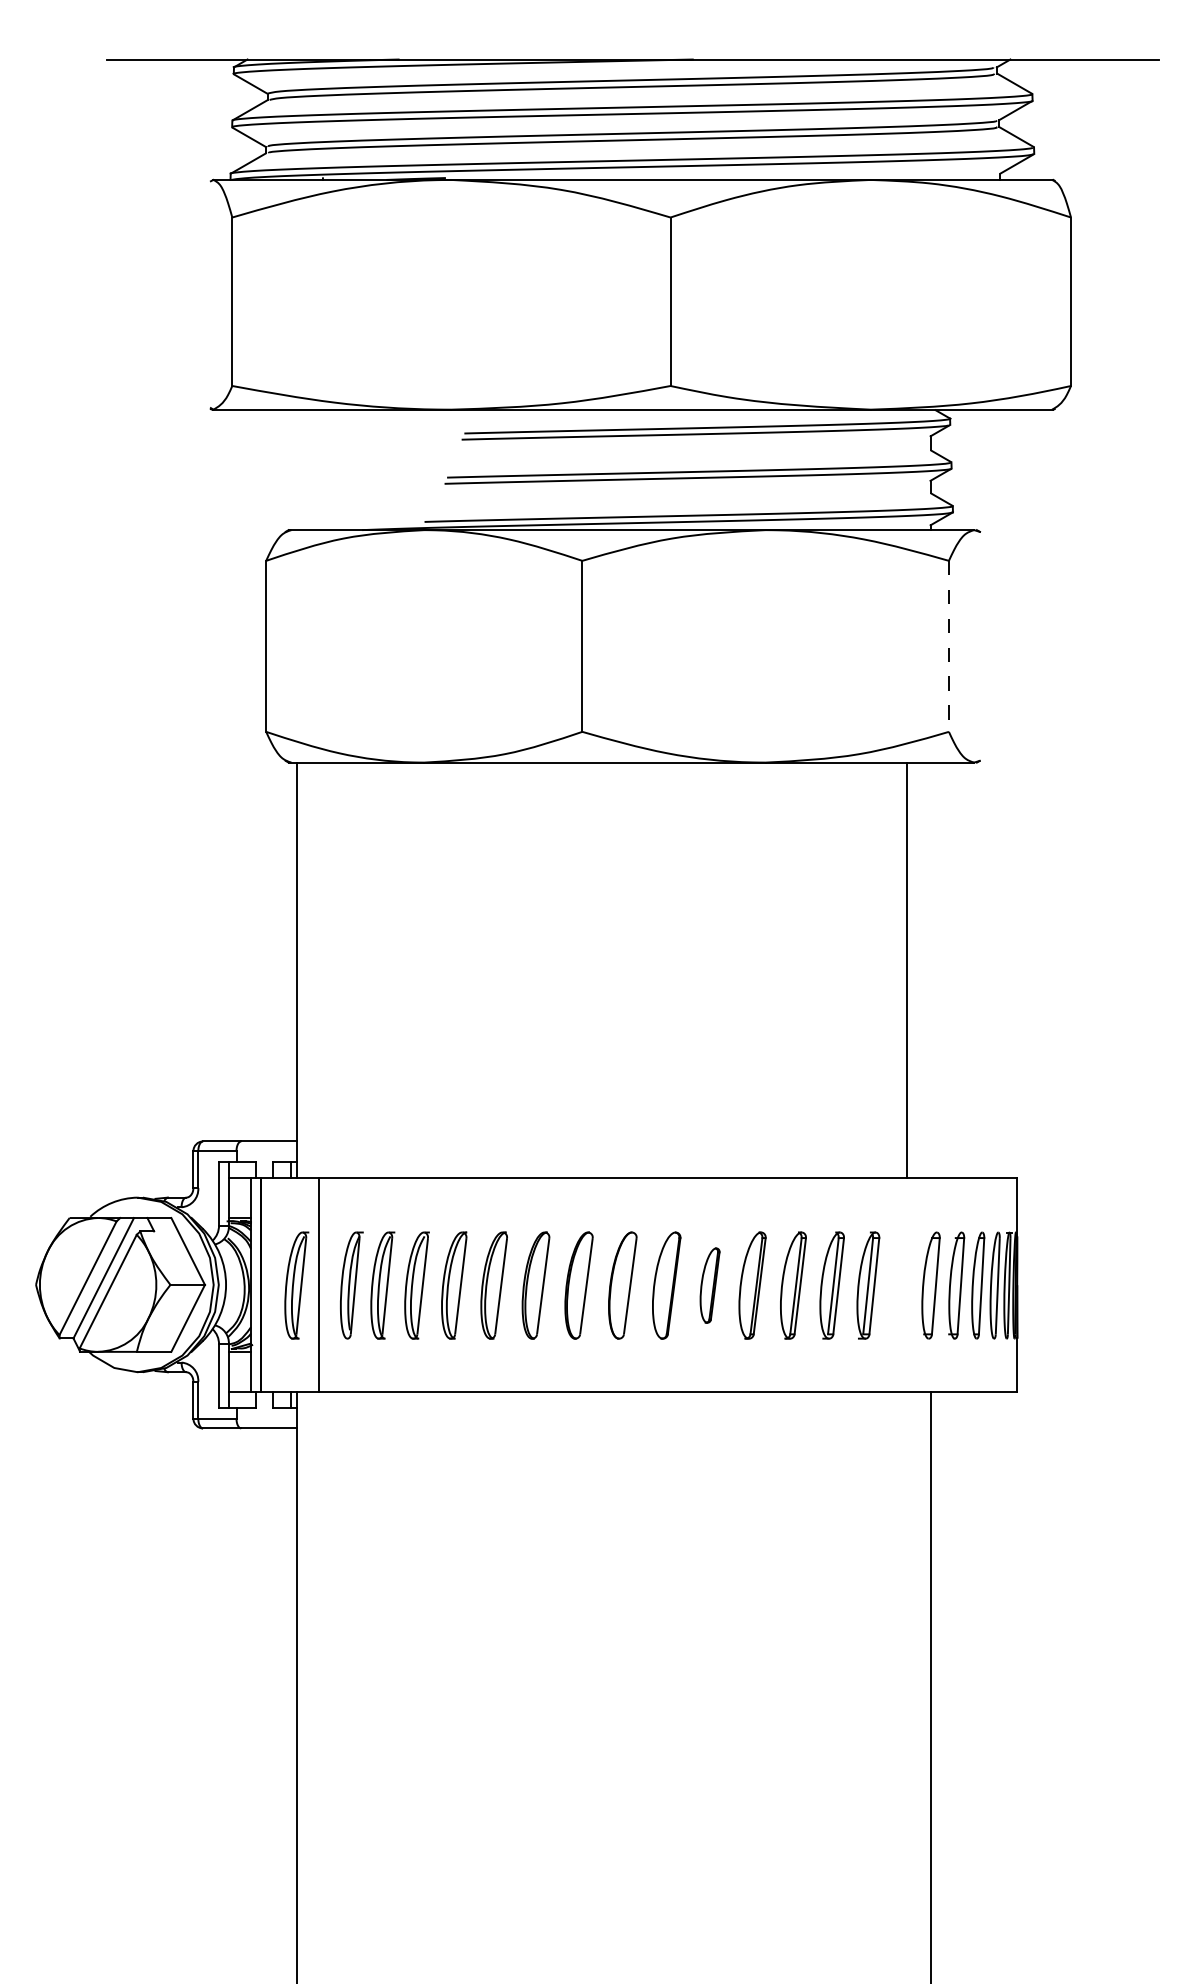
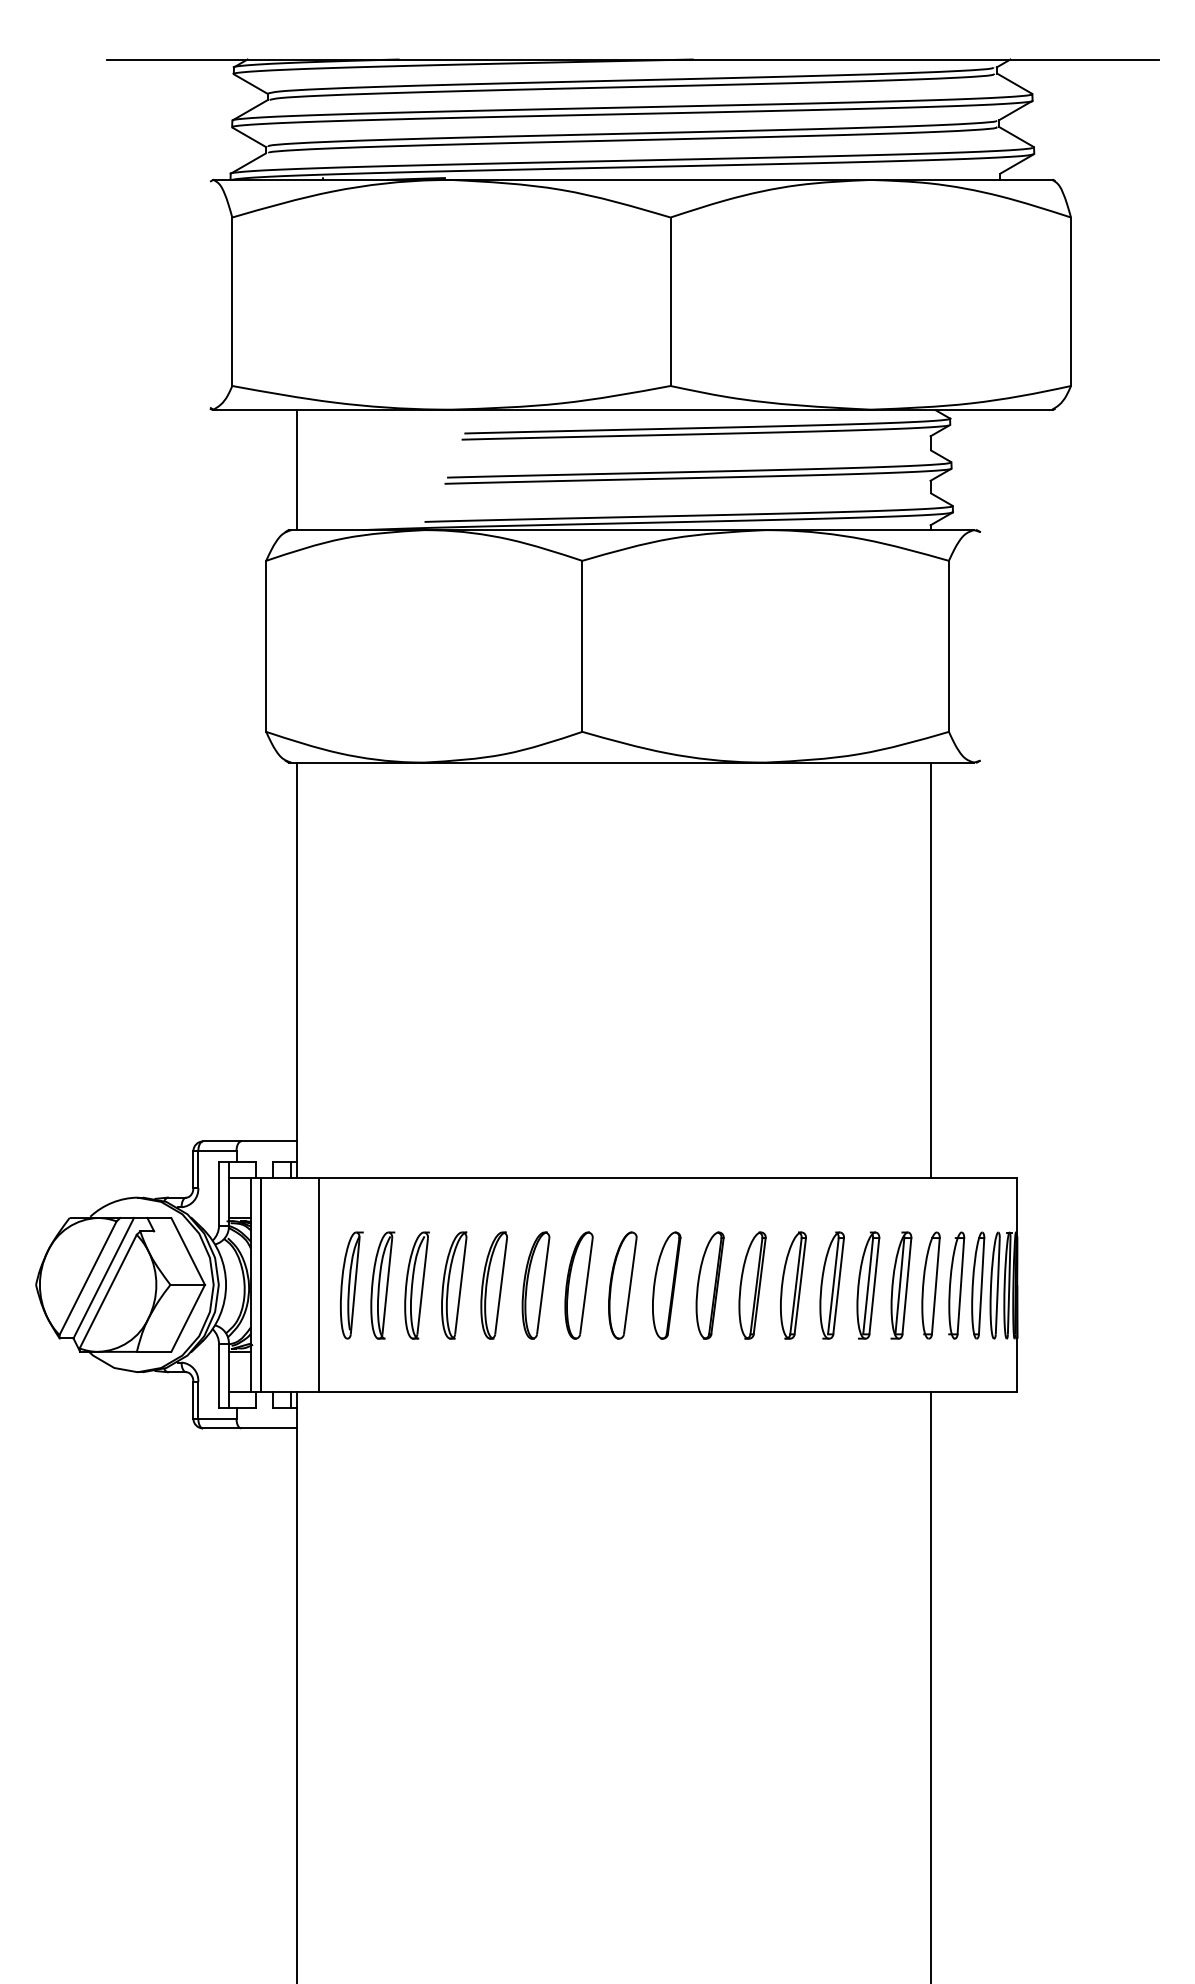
line at (296, 469): none -> present
line at (948, 646): dashed -> solid
line at (906, 969) position: (906, 969) -> (930, 969)
part at (296, 1285): present -> none
part at (709, 1285) size: 22x77 px -> 30x109 px
part at (901, 1285): none -> present
